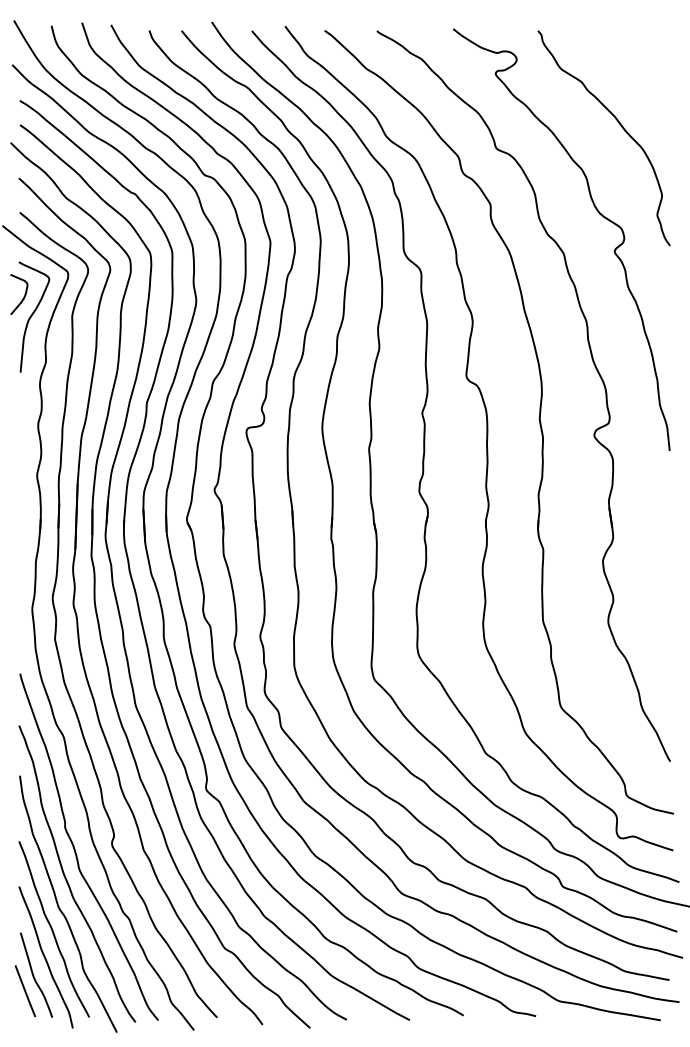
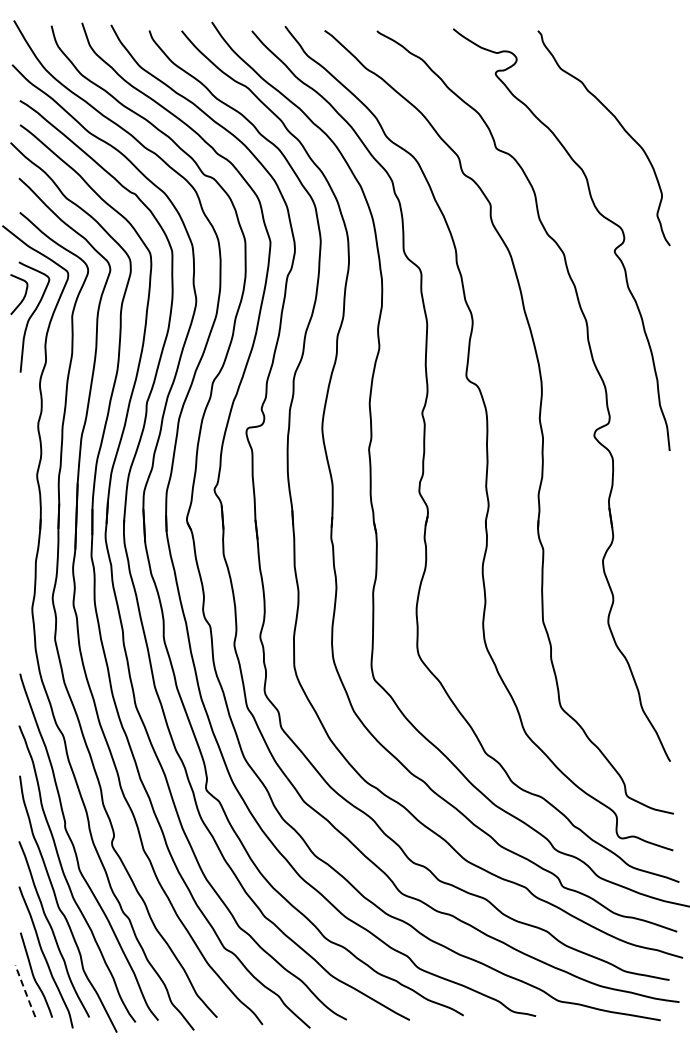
line at (25, 991): solid -> dashed
